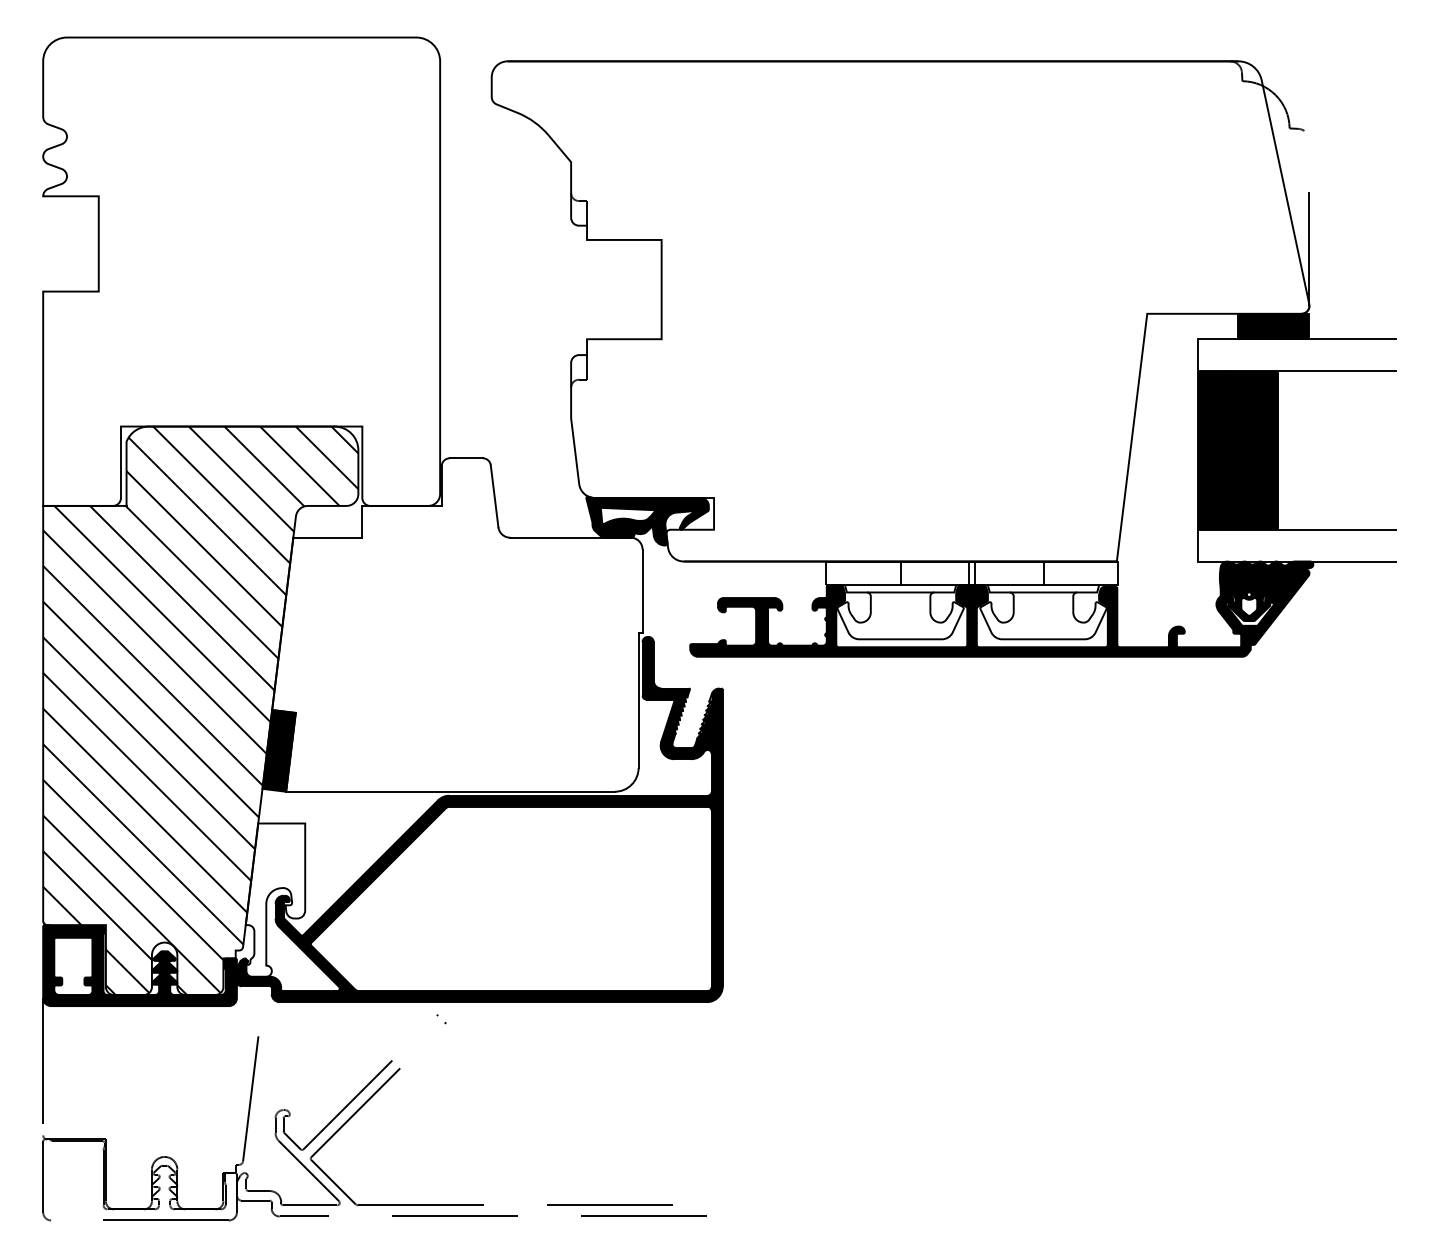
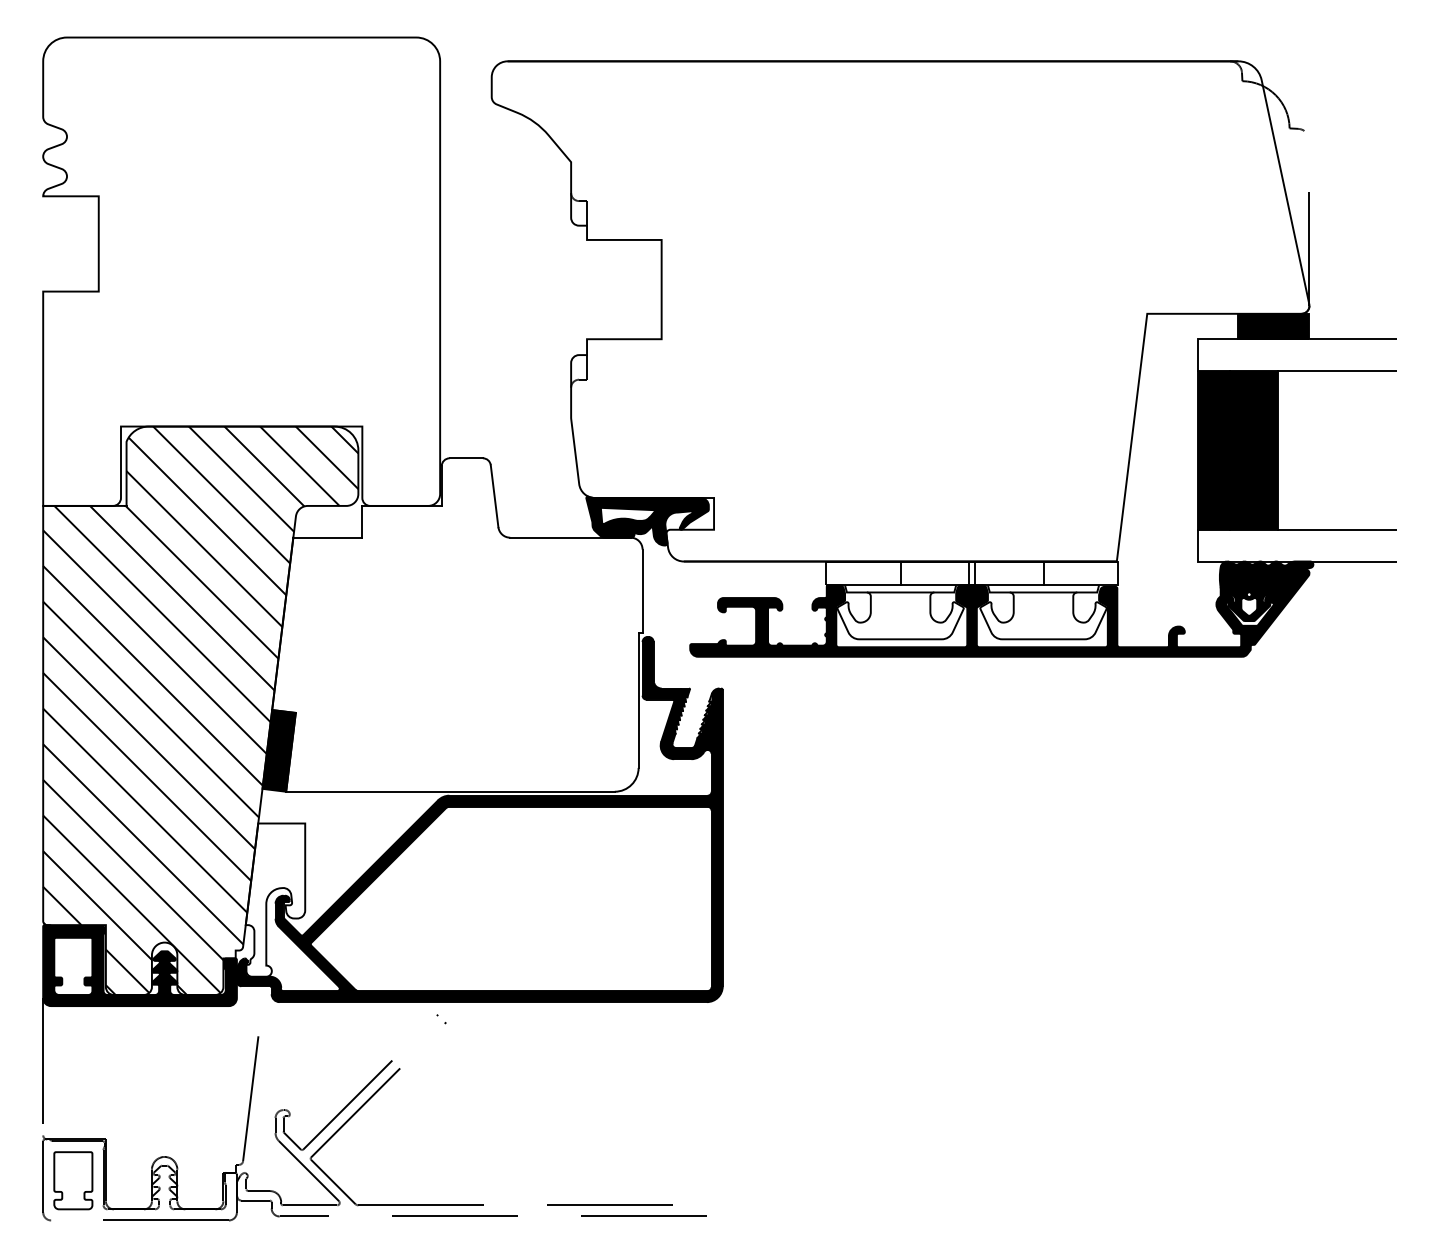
part at (73, 1180): none -> present
